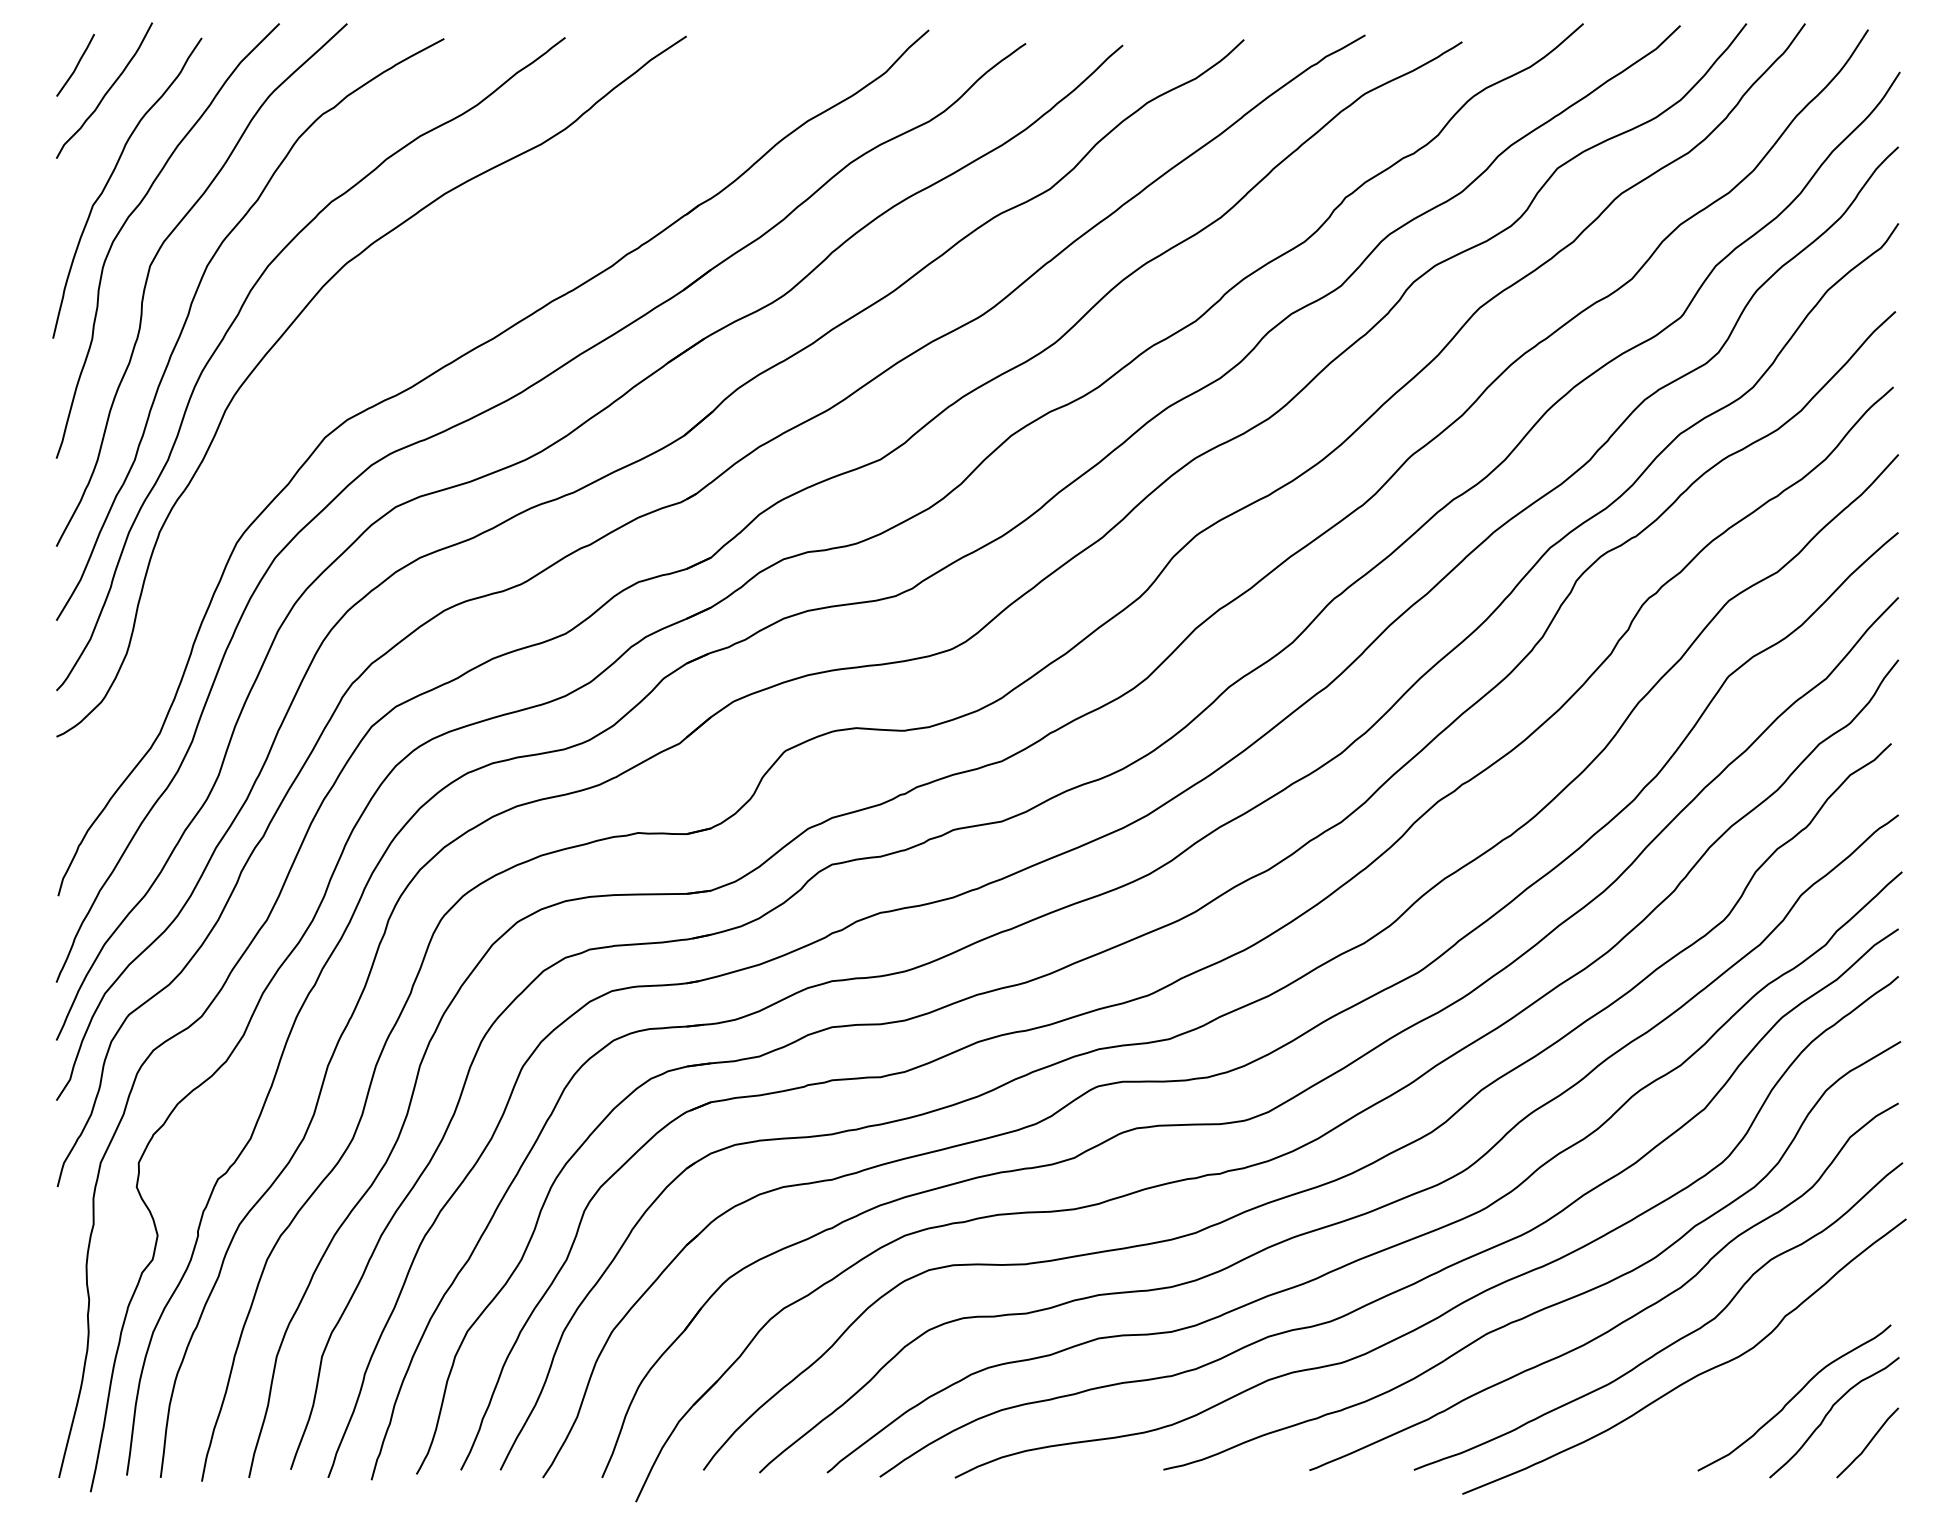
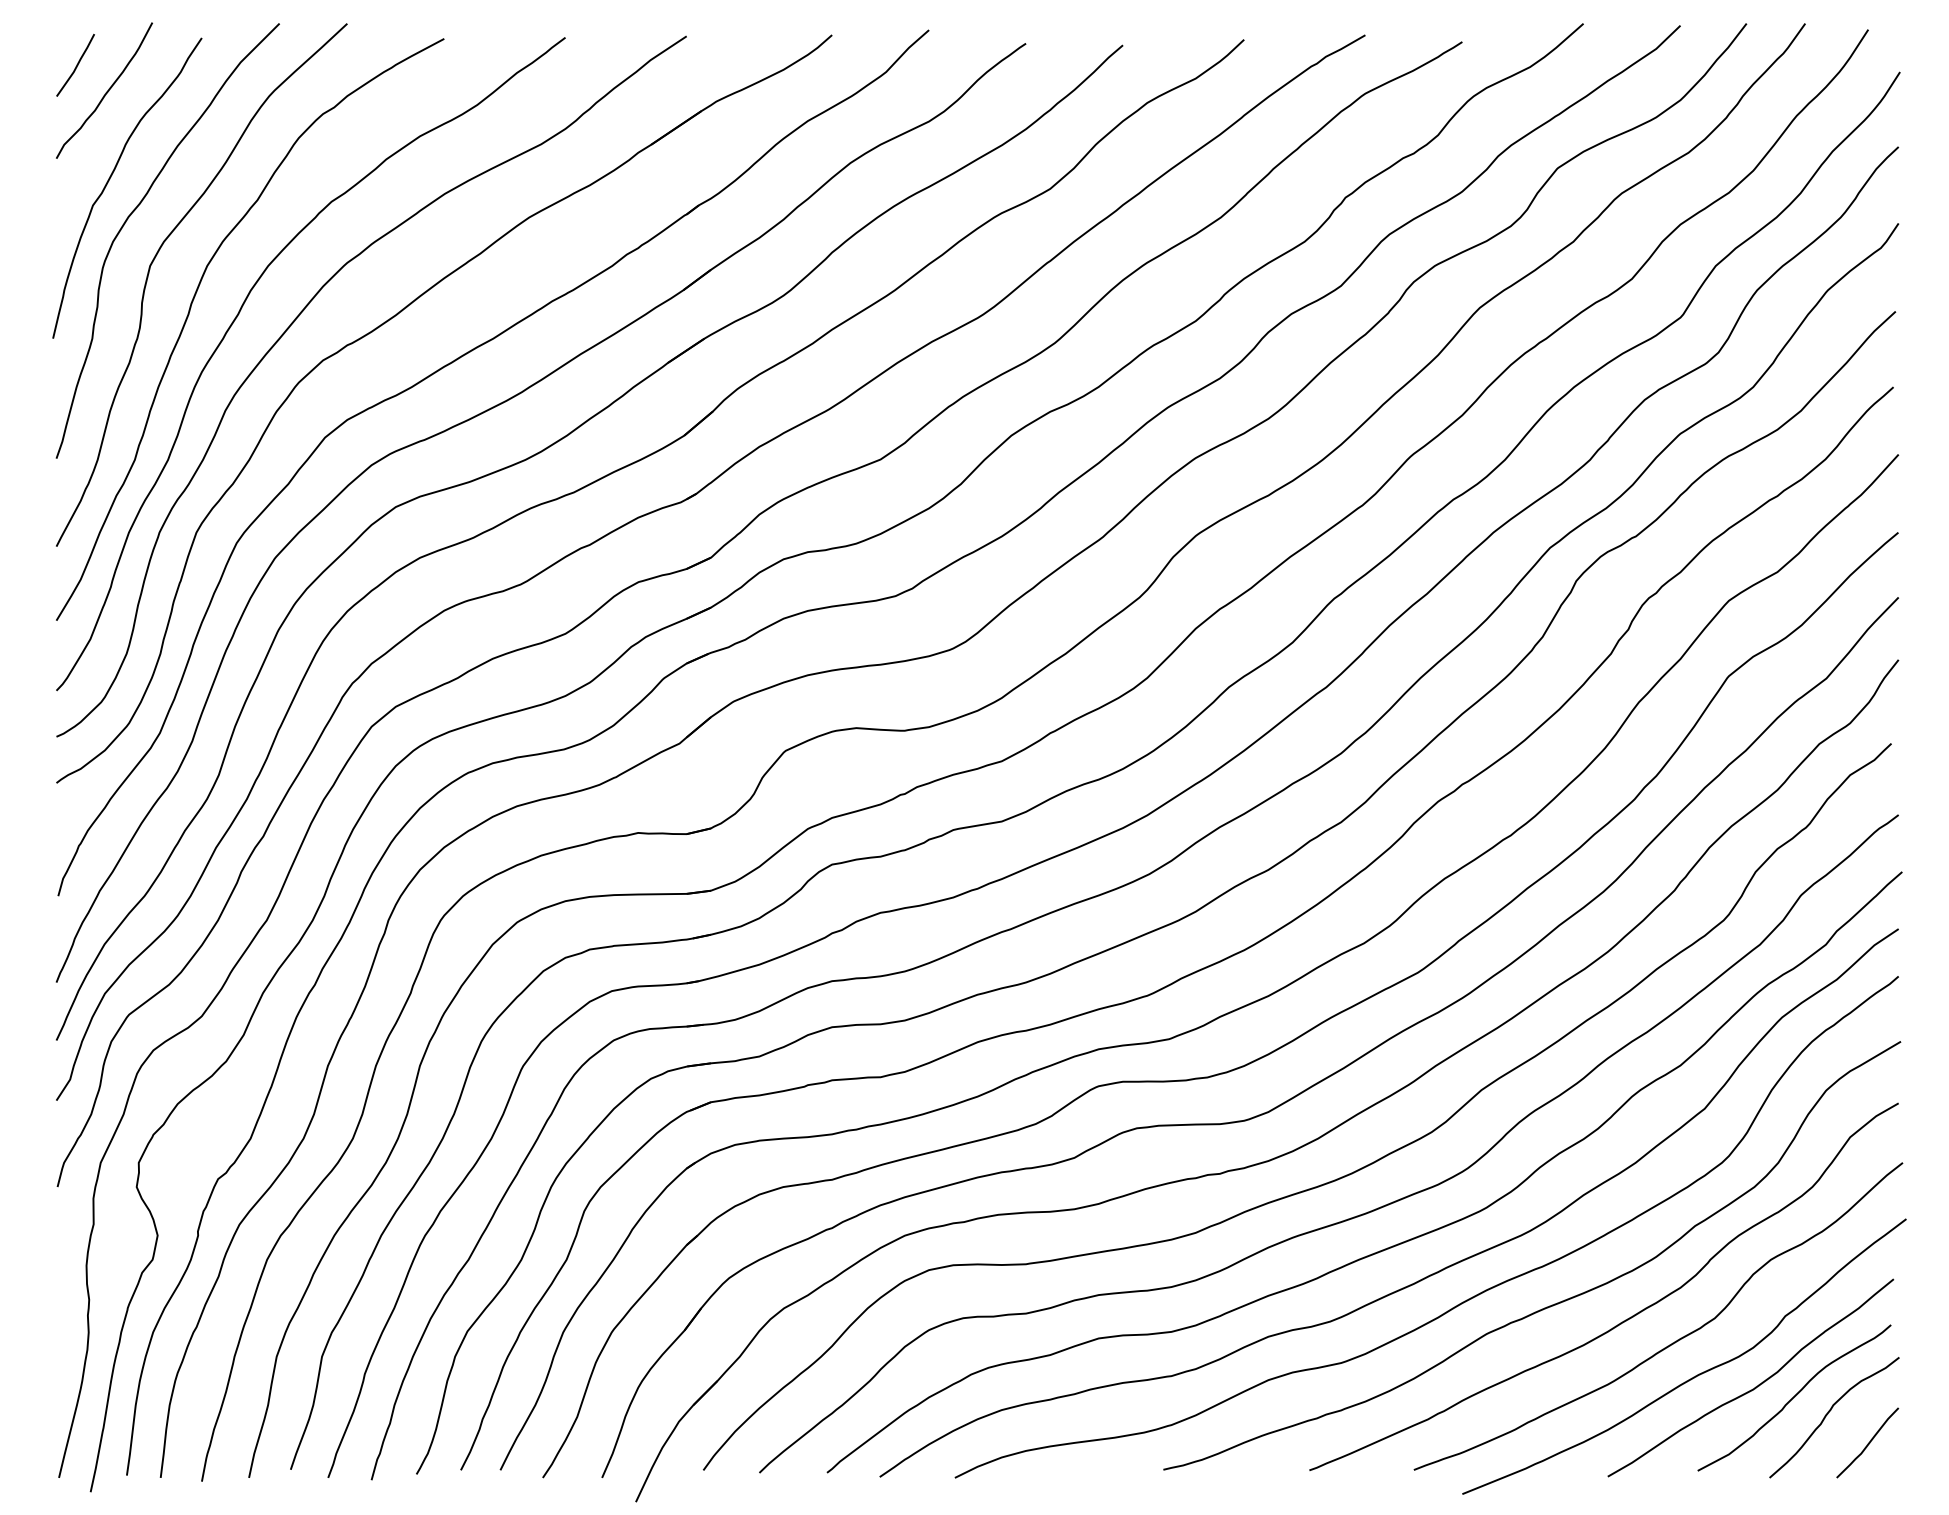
part at (387, 322): none -> present
curve at (1755, 1386): none -> present
